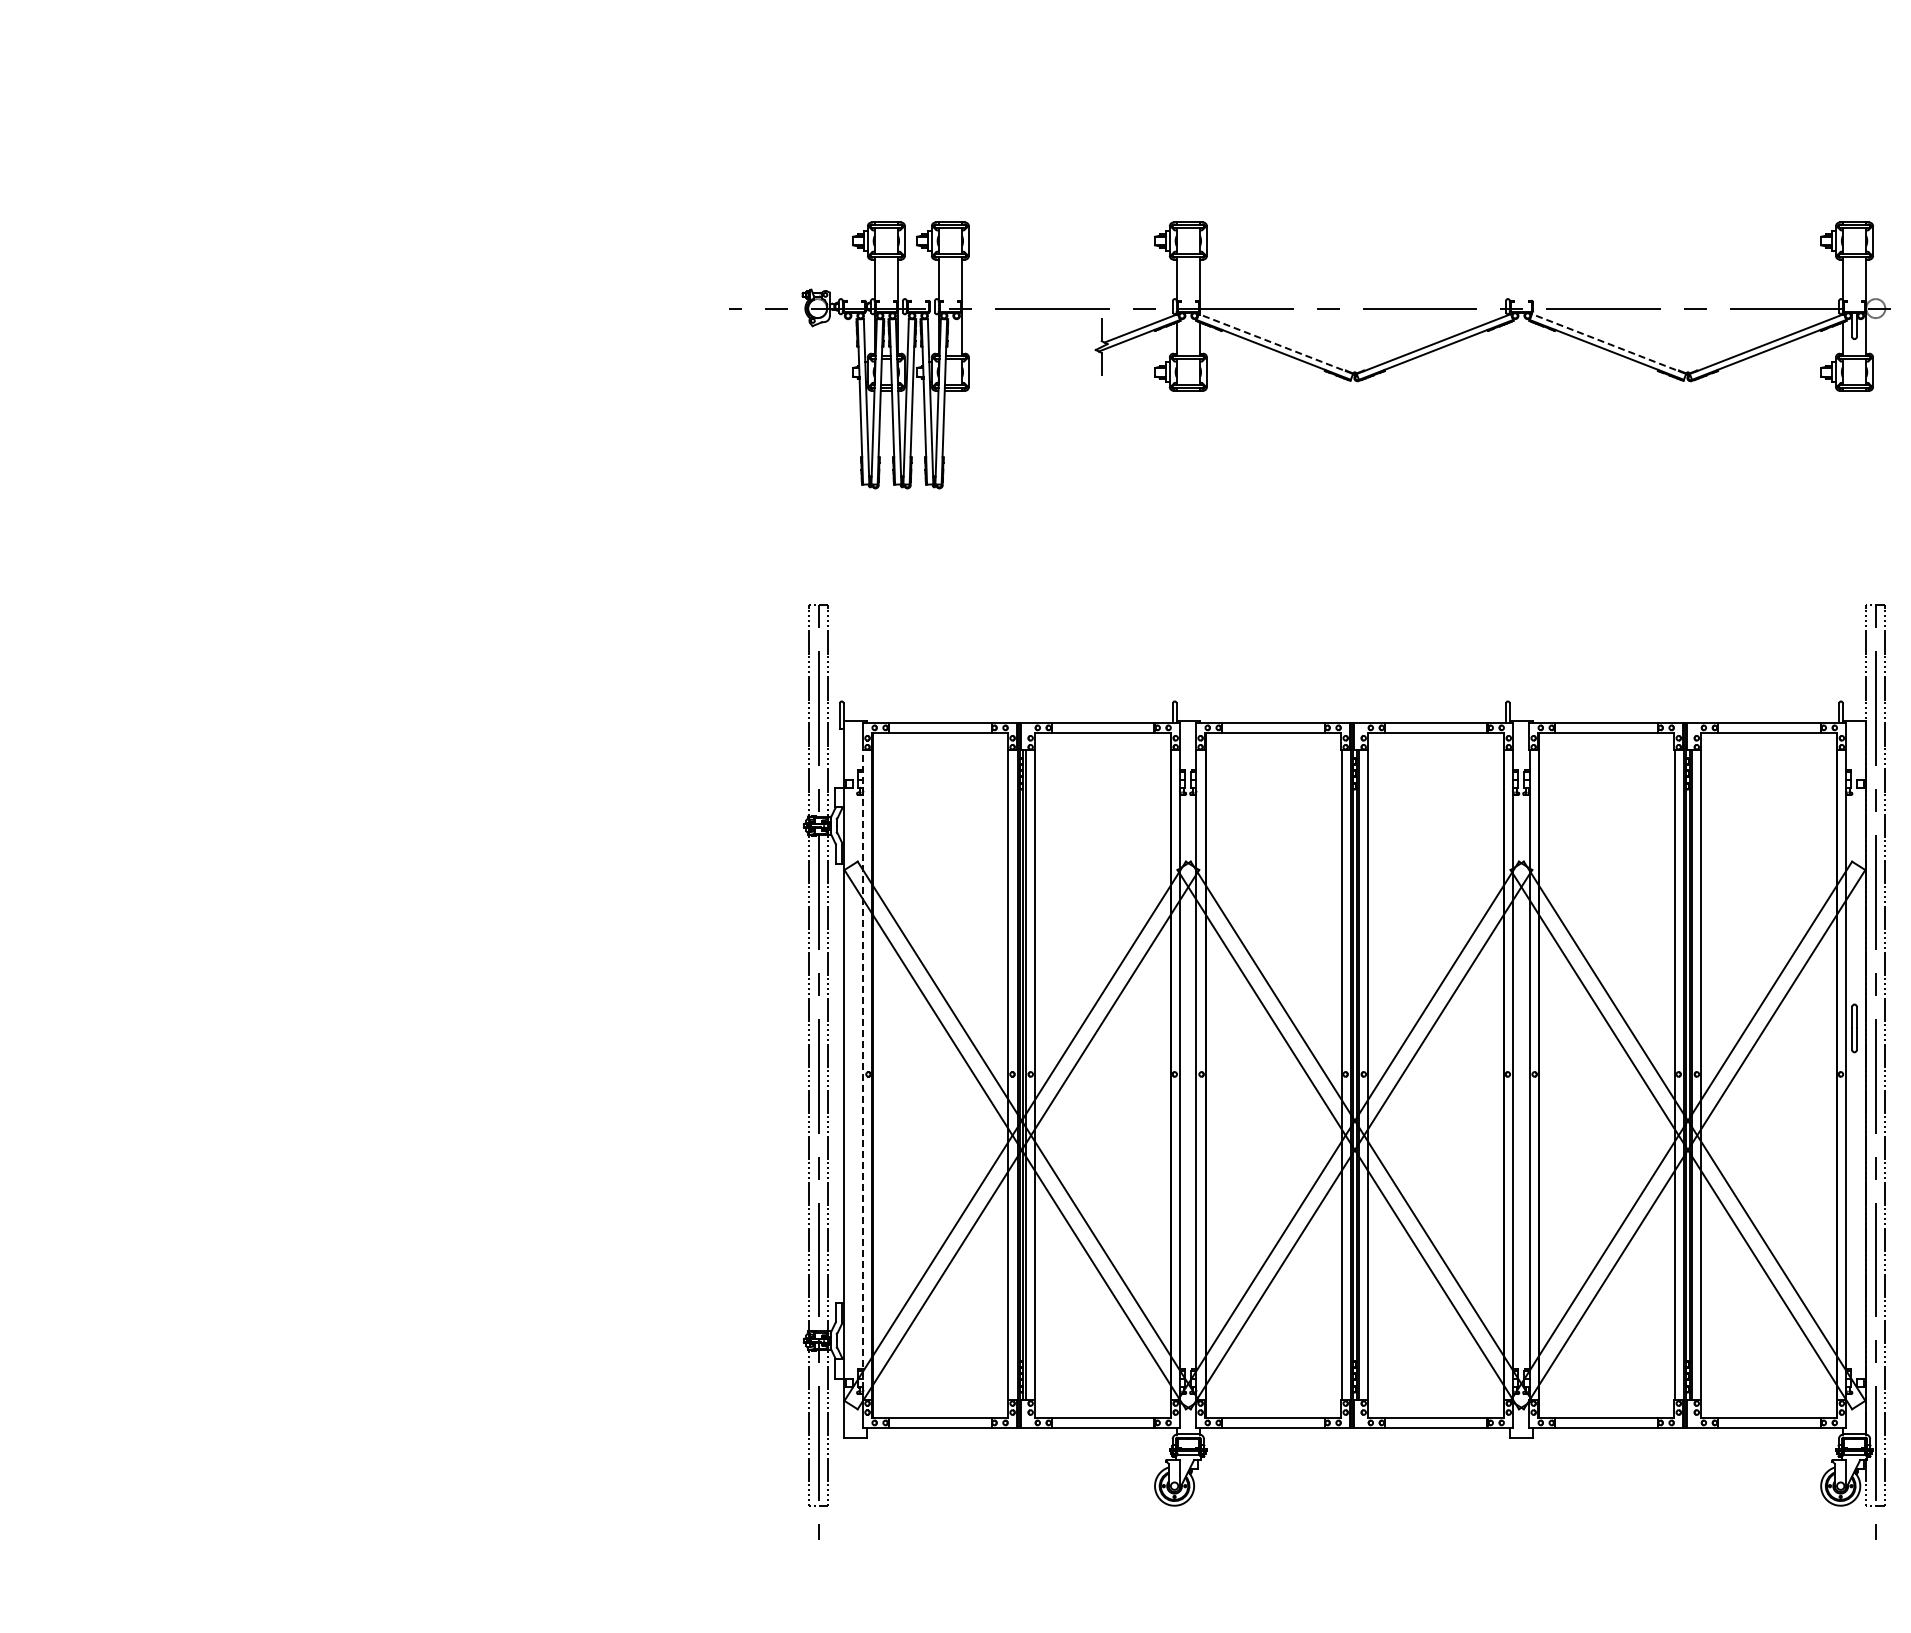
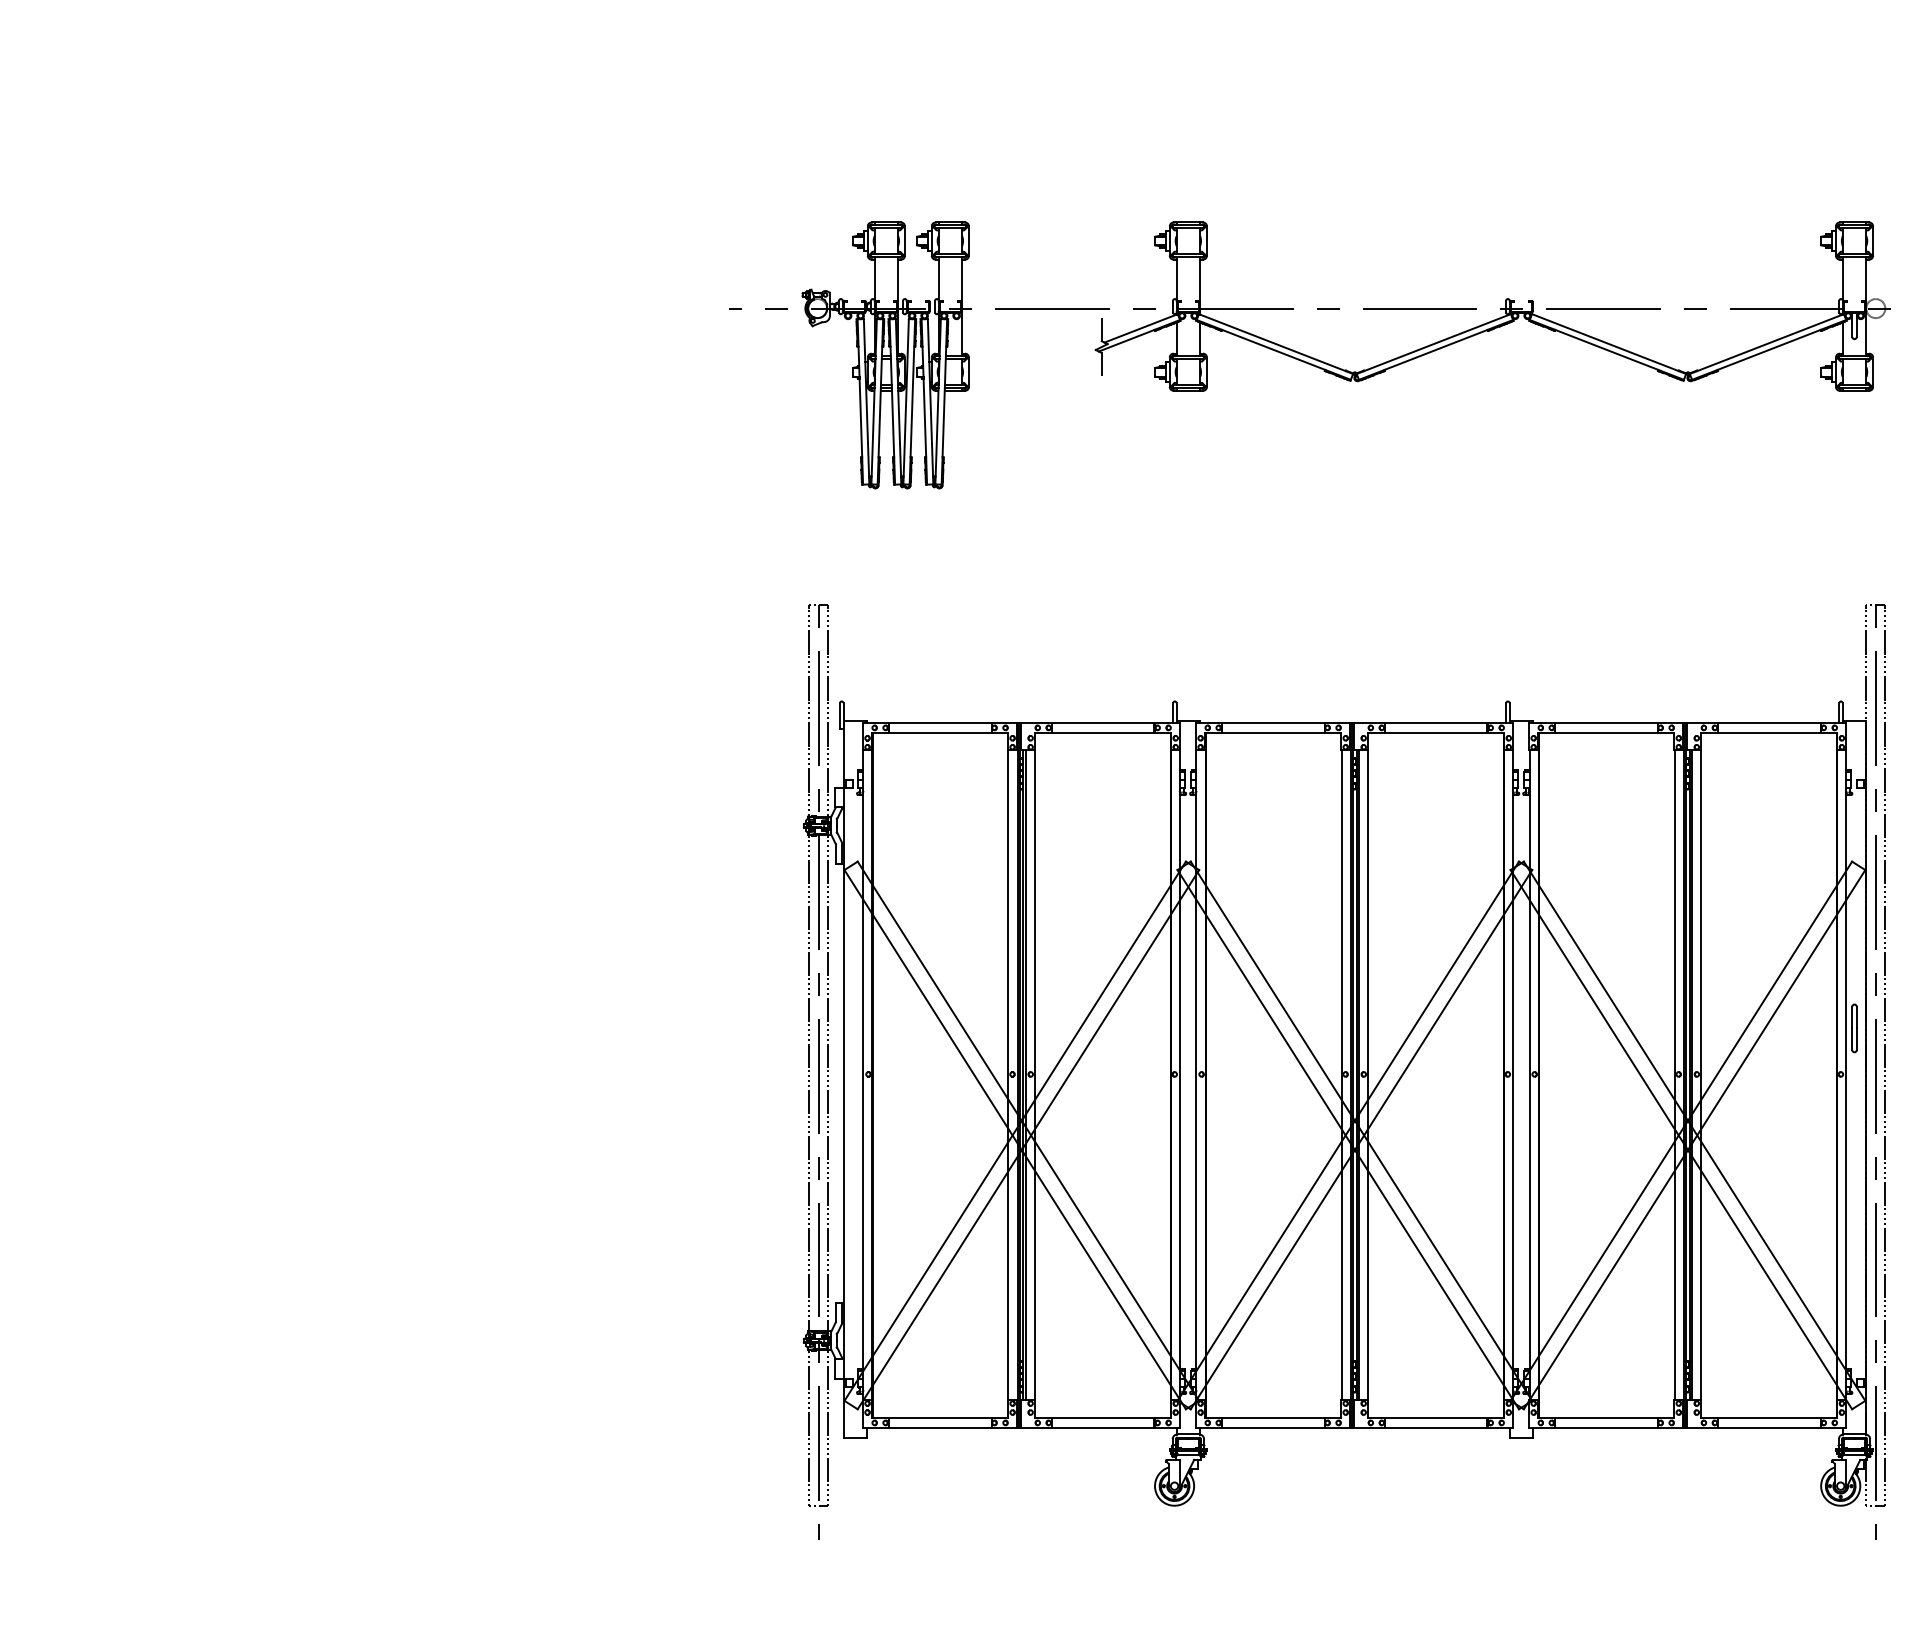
line at (1275, 344): dashed -> solid
line at (1609, 344): dashed -> solid
line at (863, 1074): dashed -> solid
